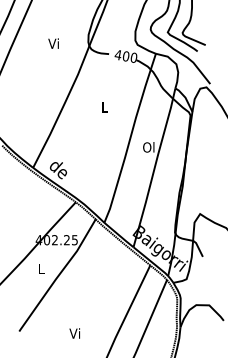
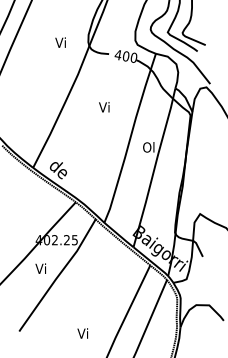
text at (53, 43) position: (53, 43) -> (60, 42)
text at (104, 107): L -> Vi
text at (40, 268): L -> Vi
text at (74, 333) position: (74, 333) -> (82, 333)
